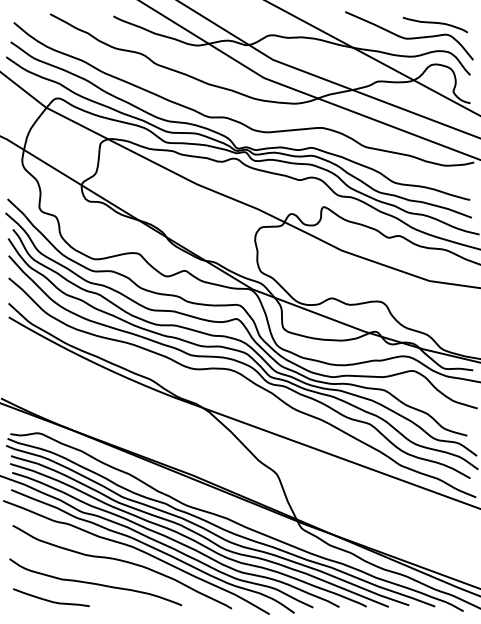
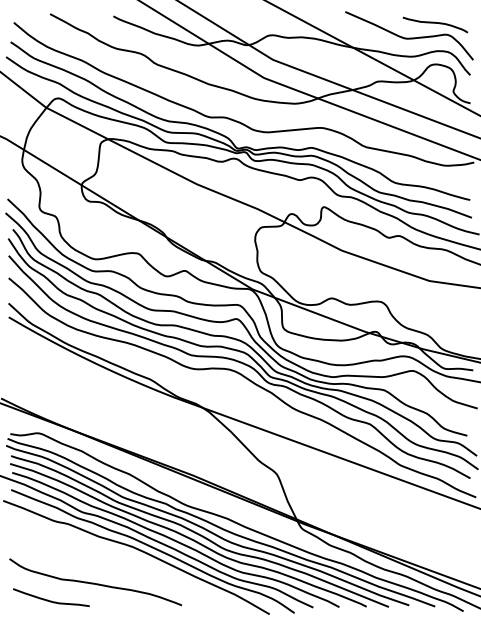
curve at (124, 562): present -> none
